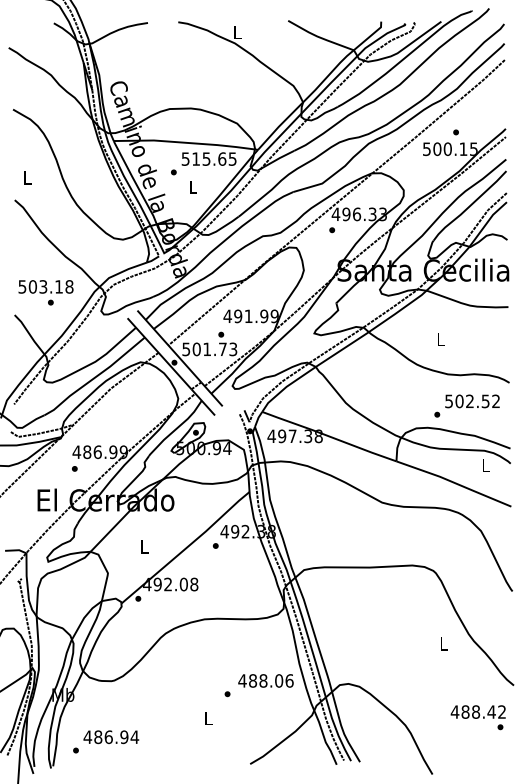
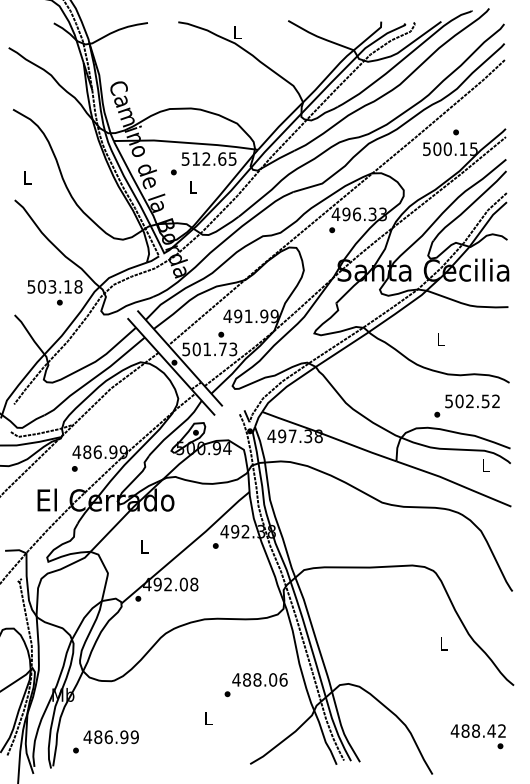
text at (206, 158): 515.65 -> 512.65
text at (45, 292) position: (45, 292) -> (54, 292)
text at (265, 680) position: (265, 680) -> (259, 679)
text at (477, 717) position: (477, 717) -> (477, 736)
text at (134, 737): 486.94 -> 486.99
